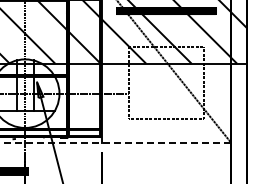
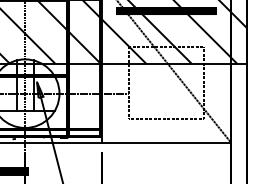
line at (115, 142): dashed -> solid
